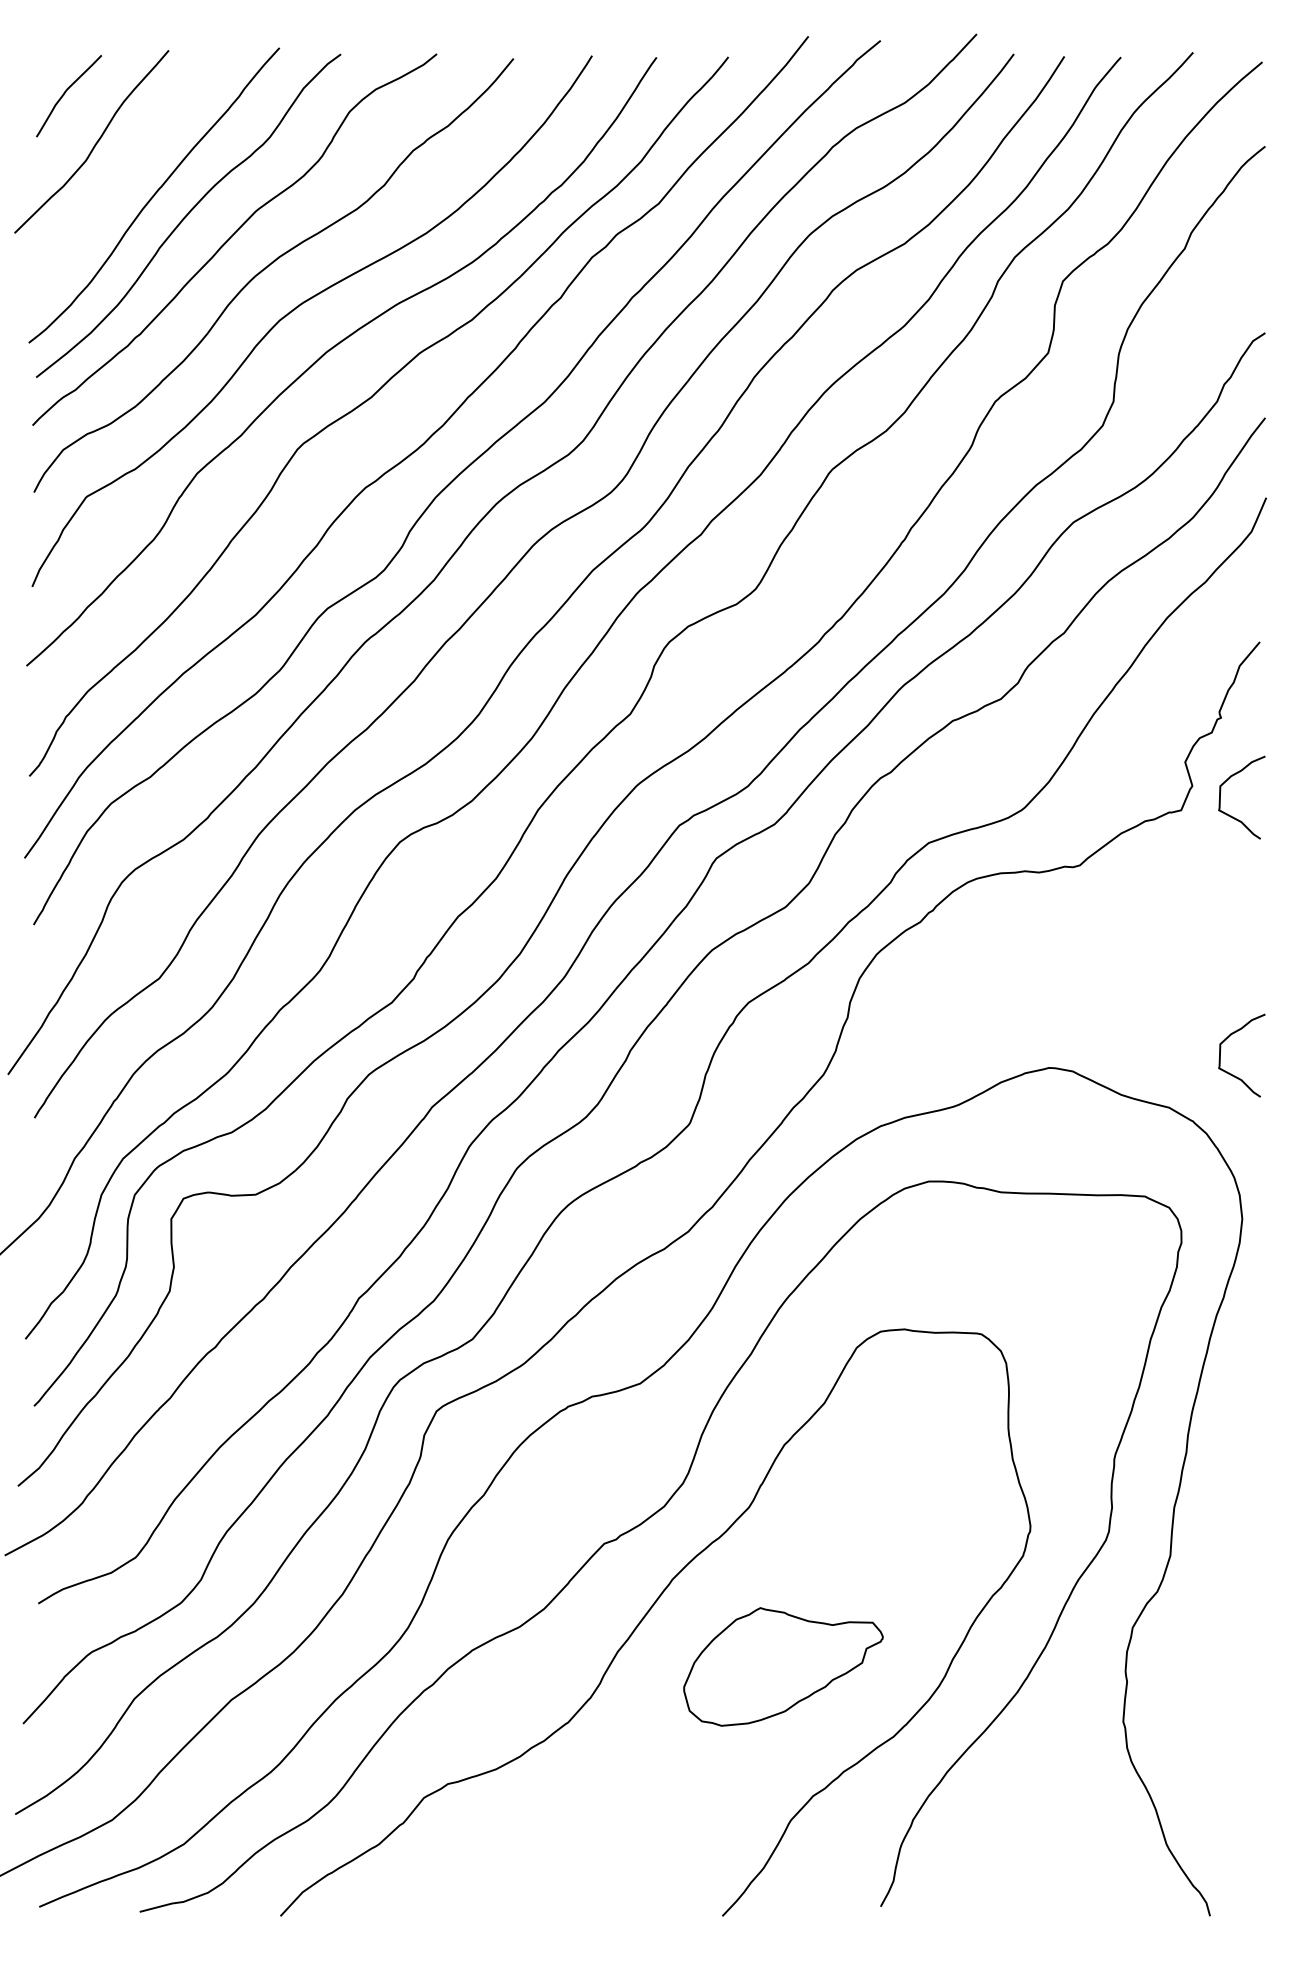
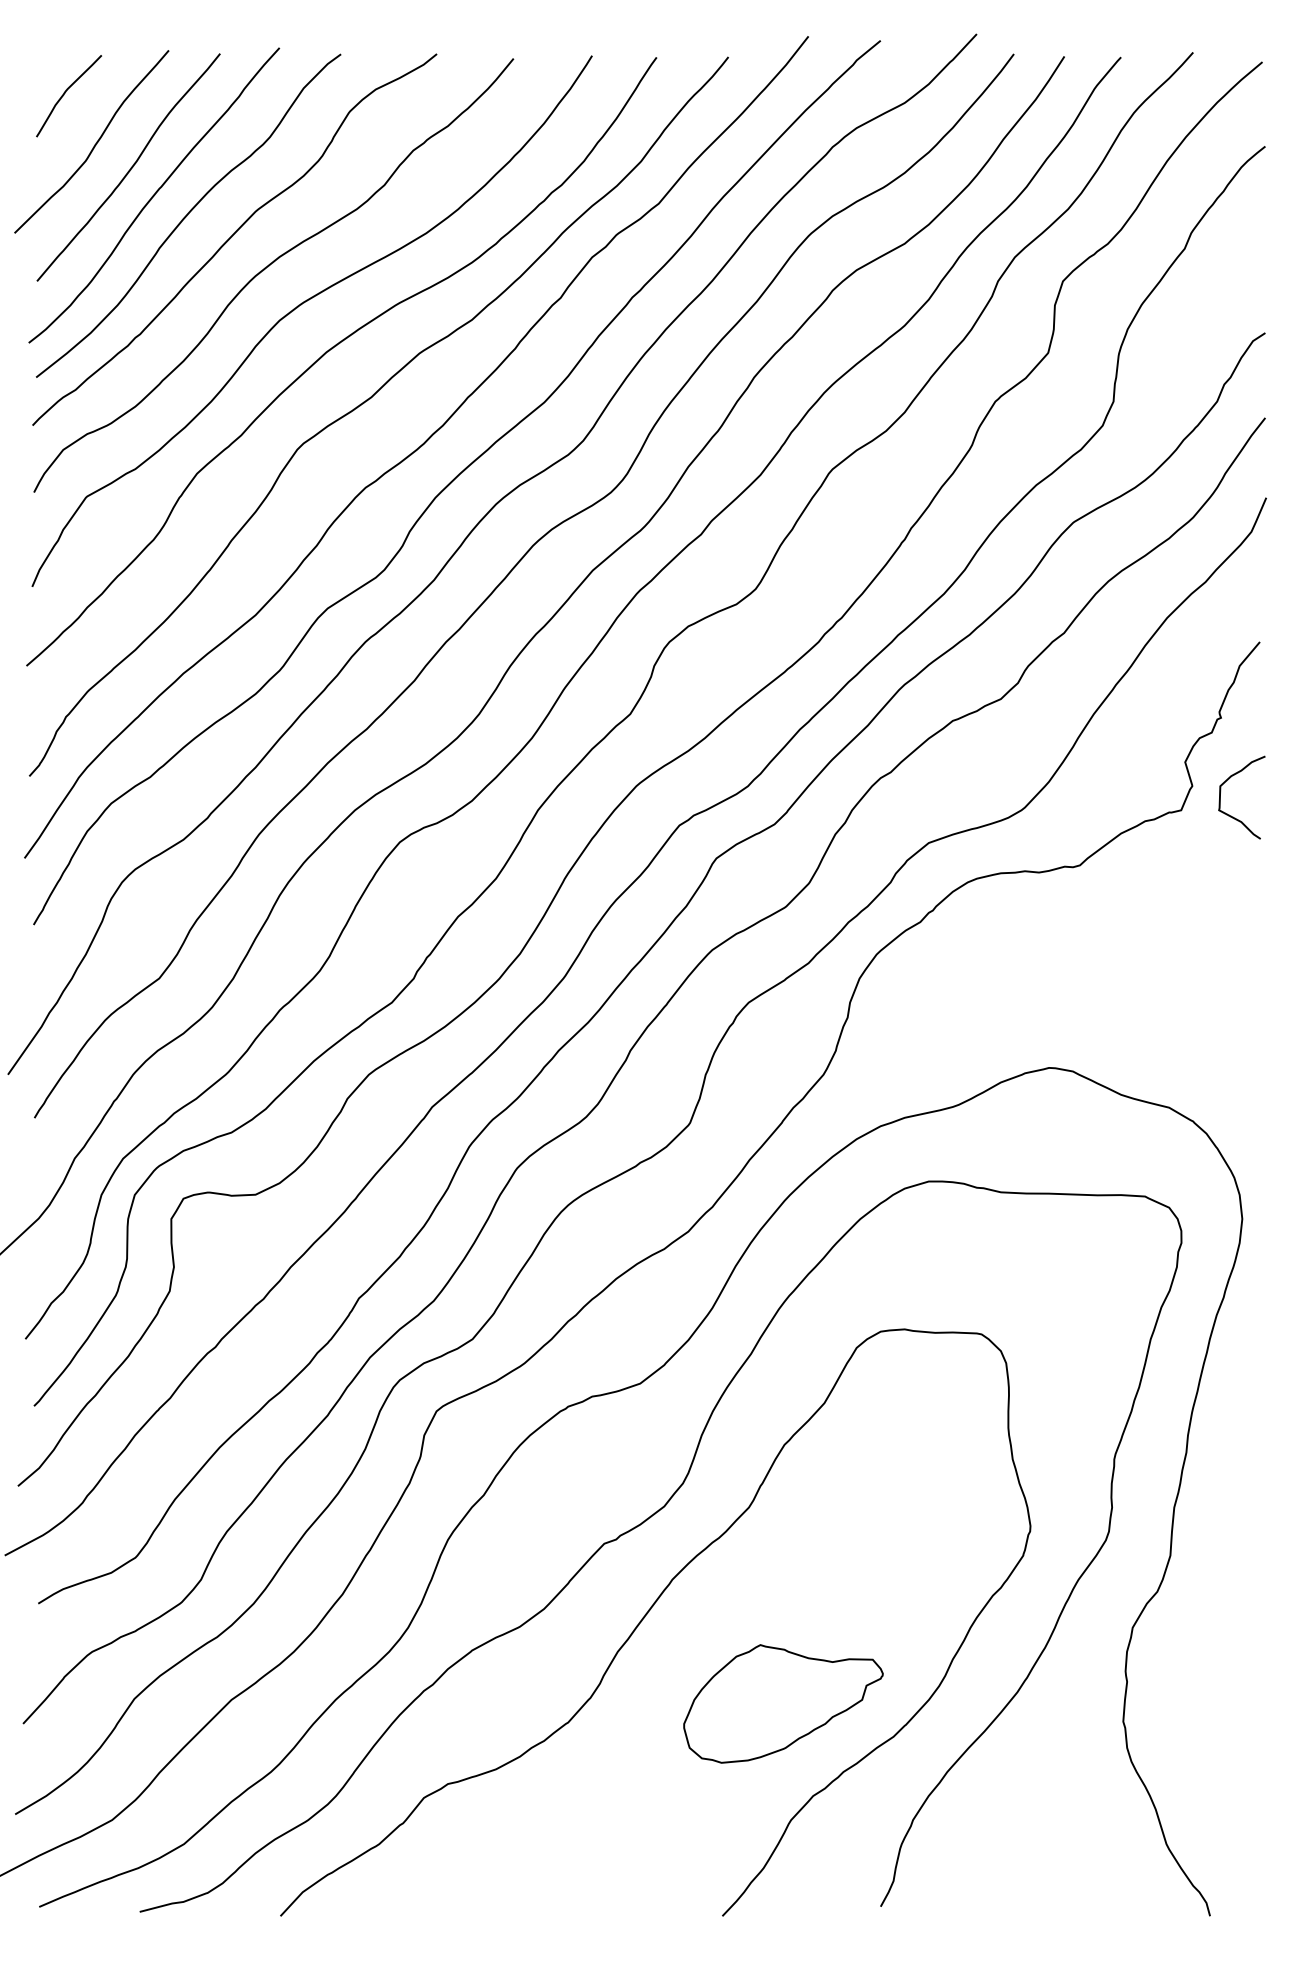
curve at (130, 167): none -> present
curve at (1231, 1073): present -> none
part at (783, 1666) position: (783, 1666) -> (783, 1703)
